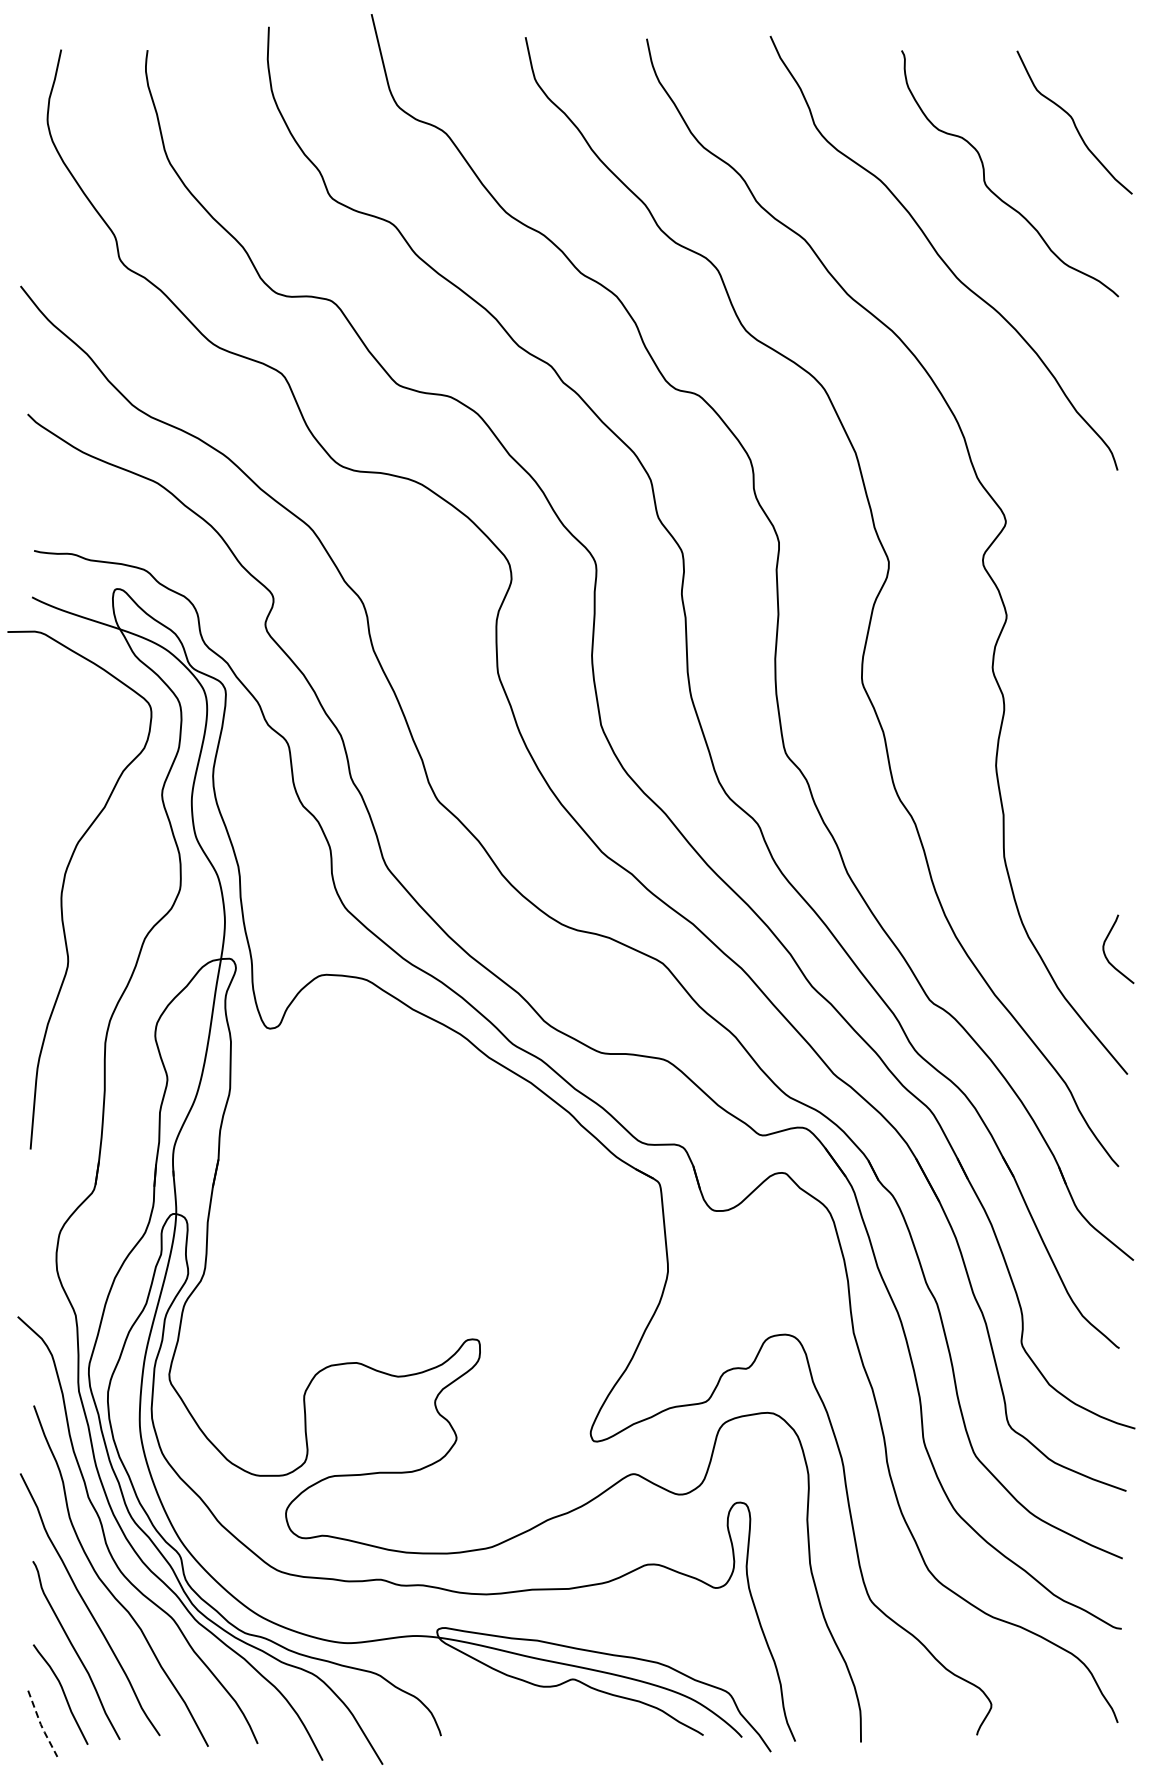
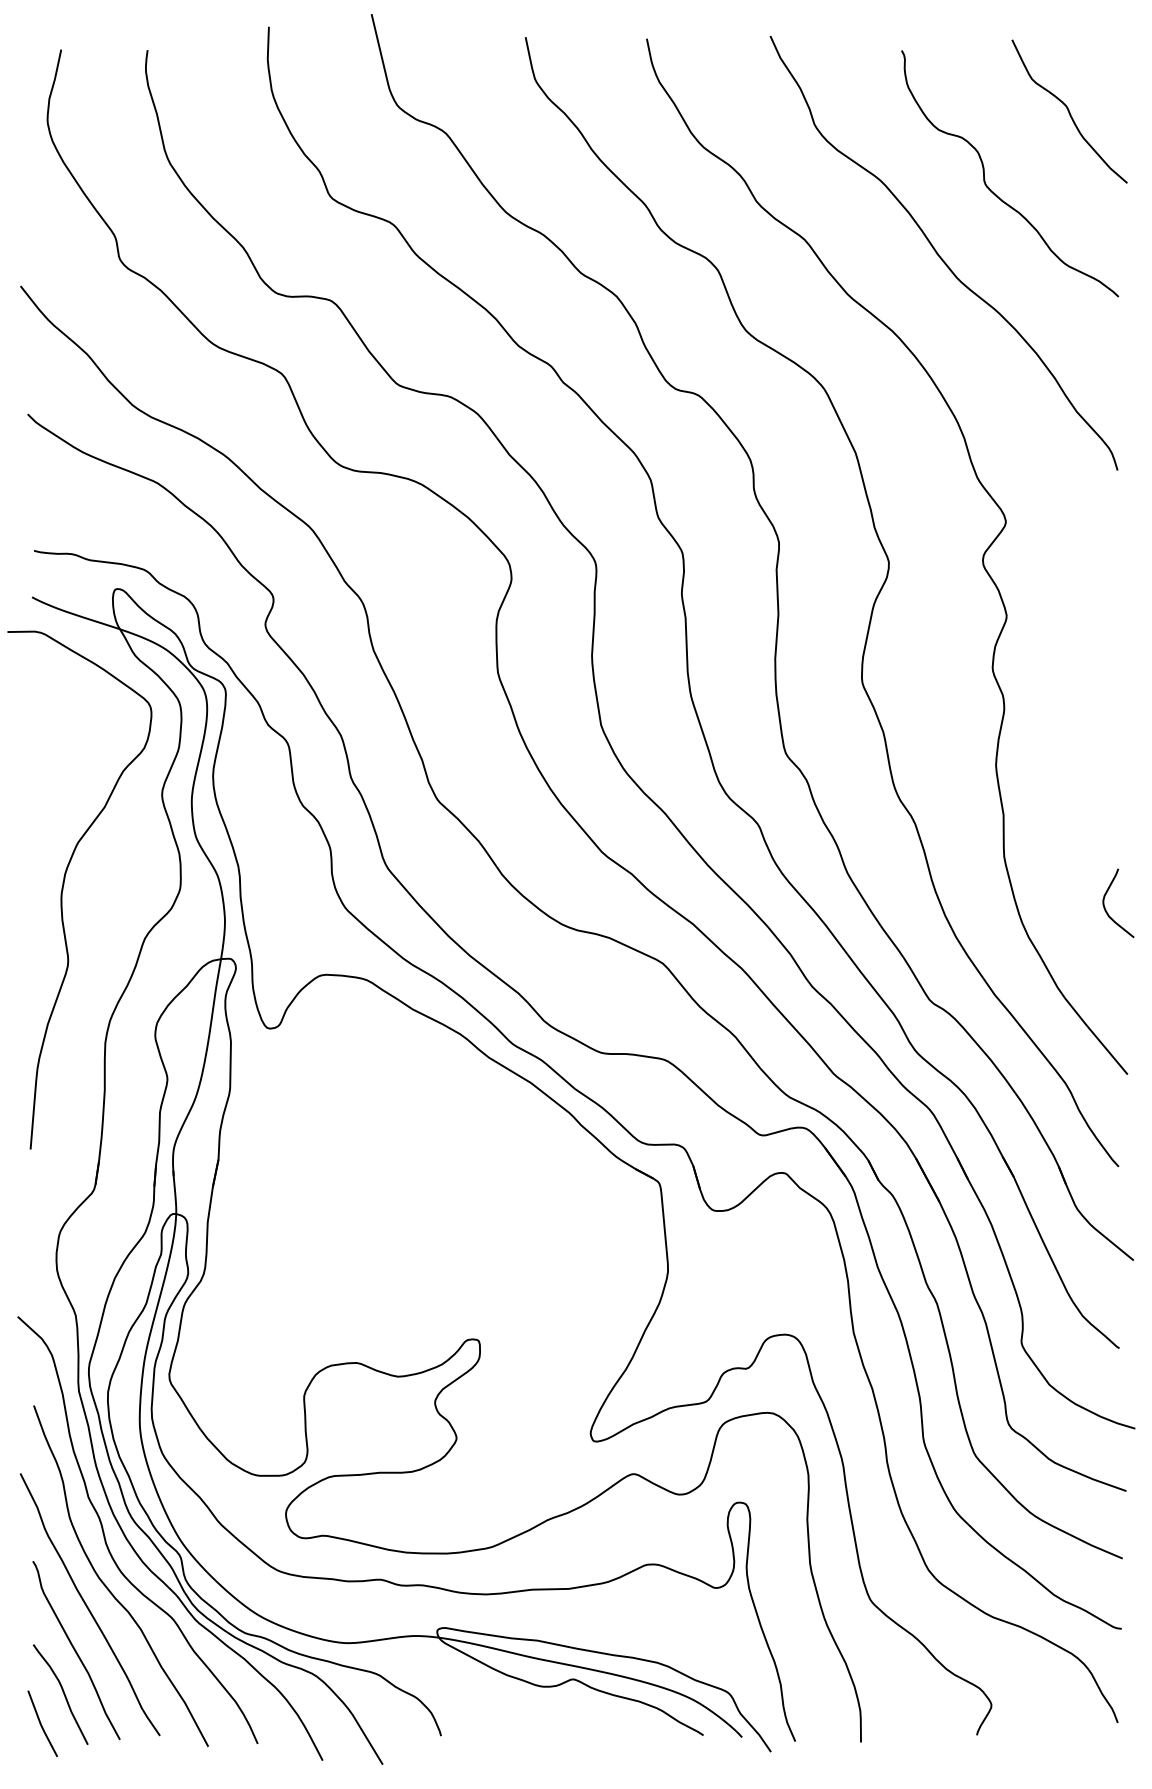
curve at (1074, 122) position: (1074, 122) -> (1069, 111)
curve at (1106, 955) position: (1106, 955) -> (1106, 909)
line at (40, 1724): dashed -> solid
